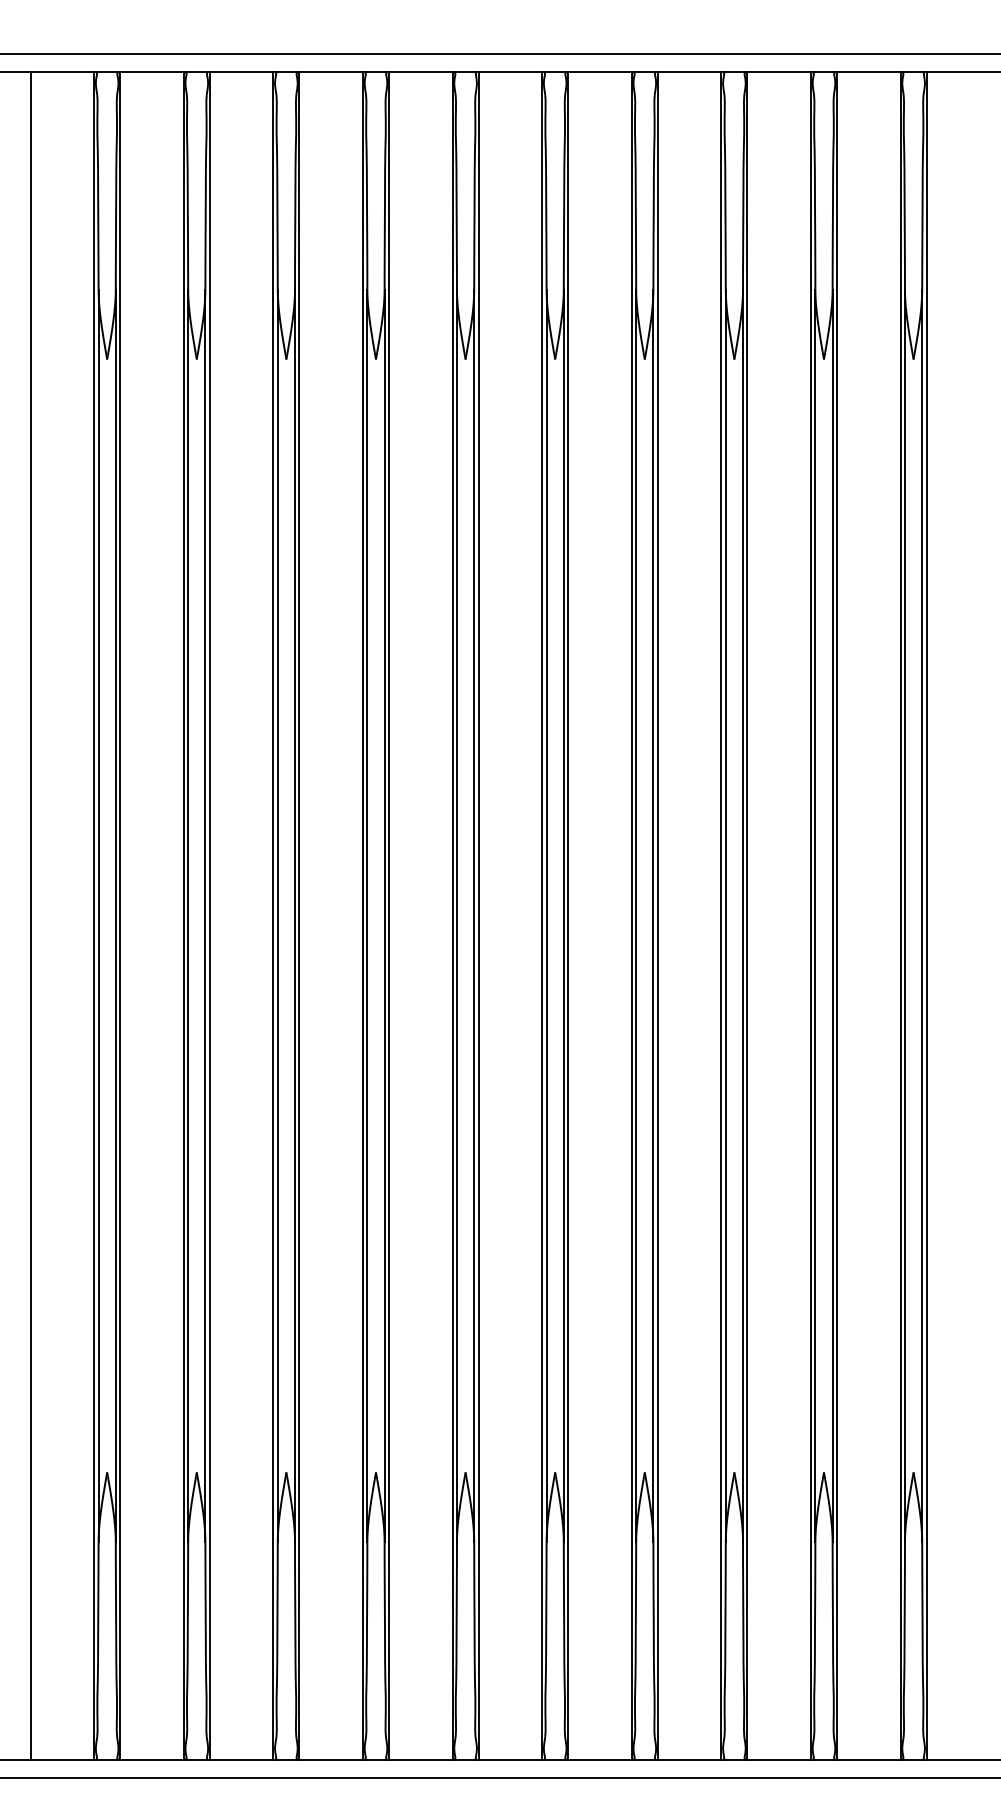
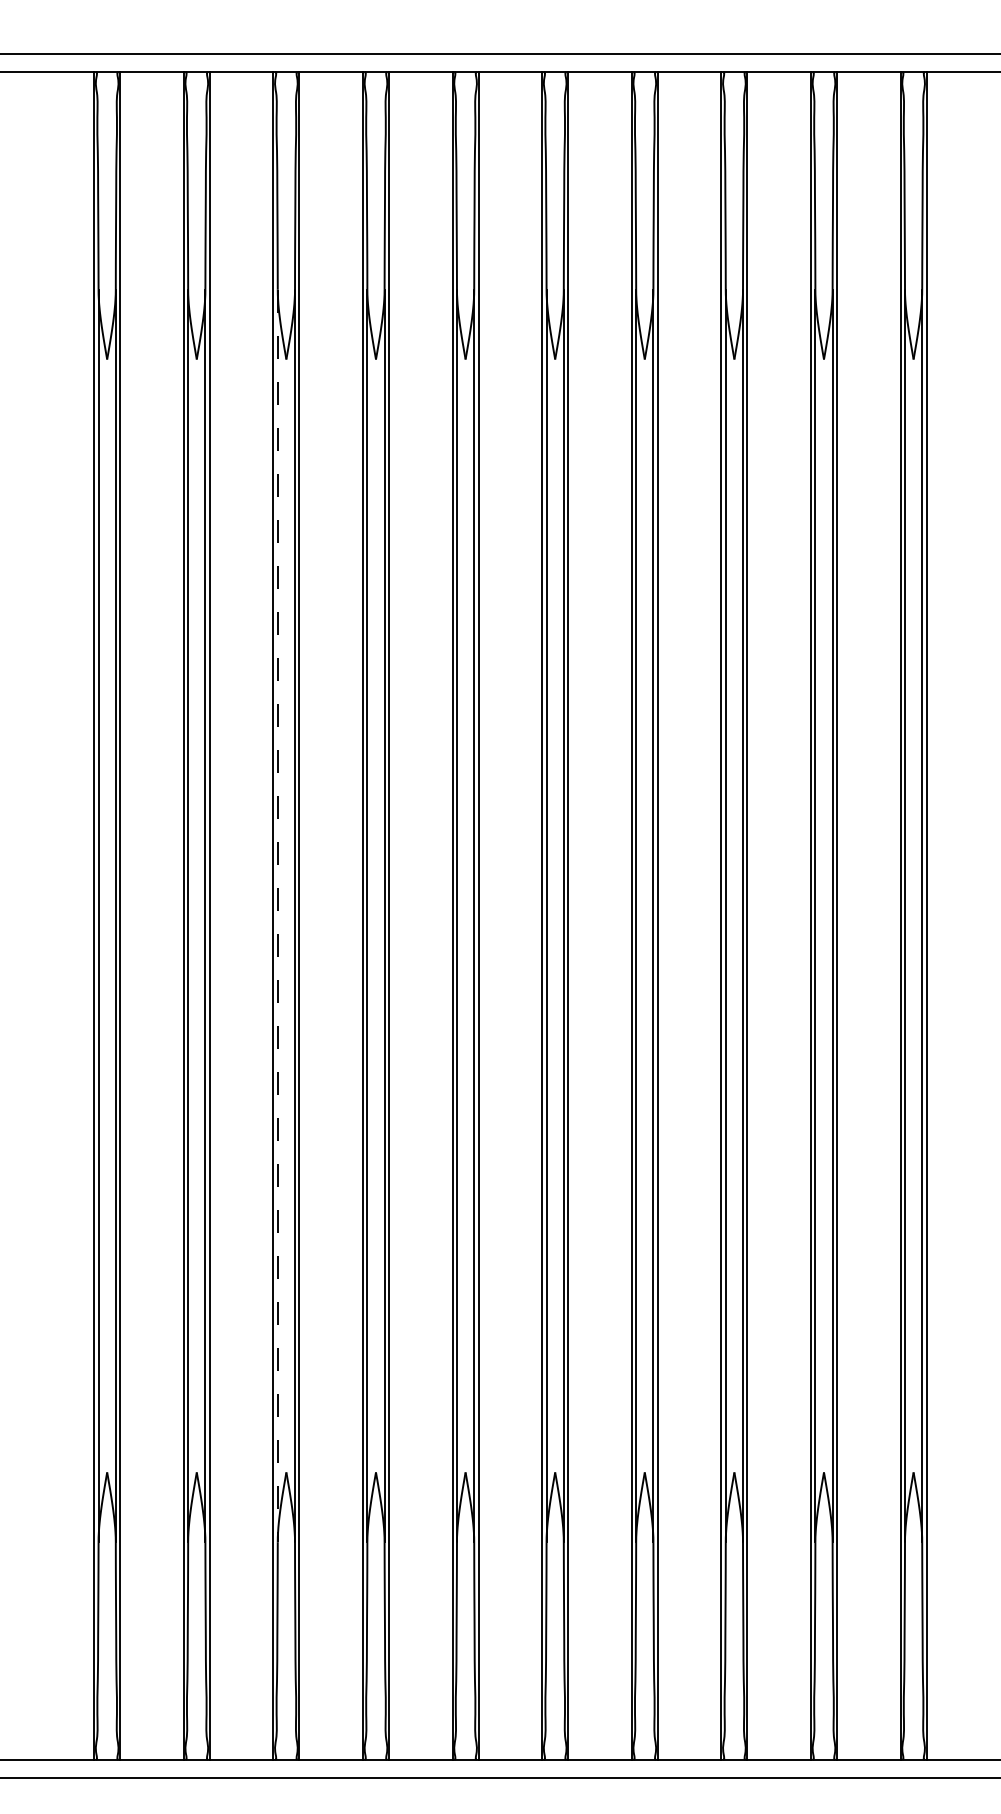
line at (30, 915): present -> none
line at (277, 916): solid -> dashed
